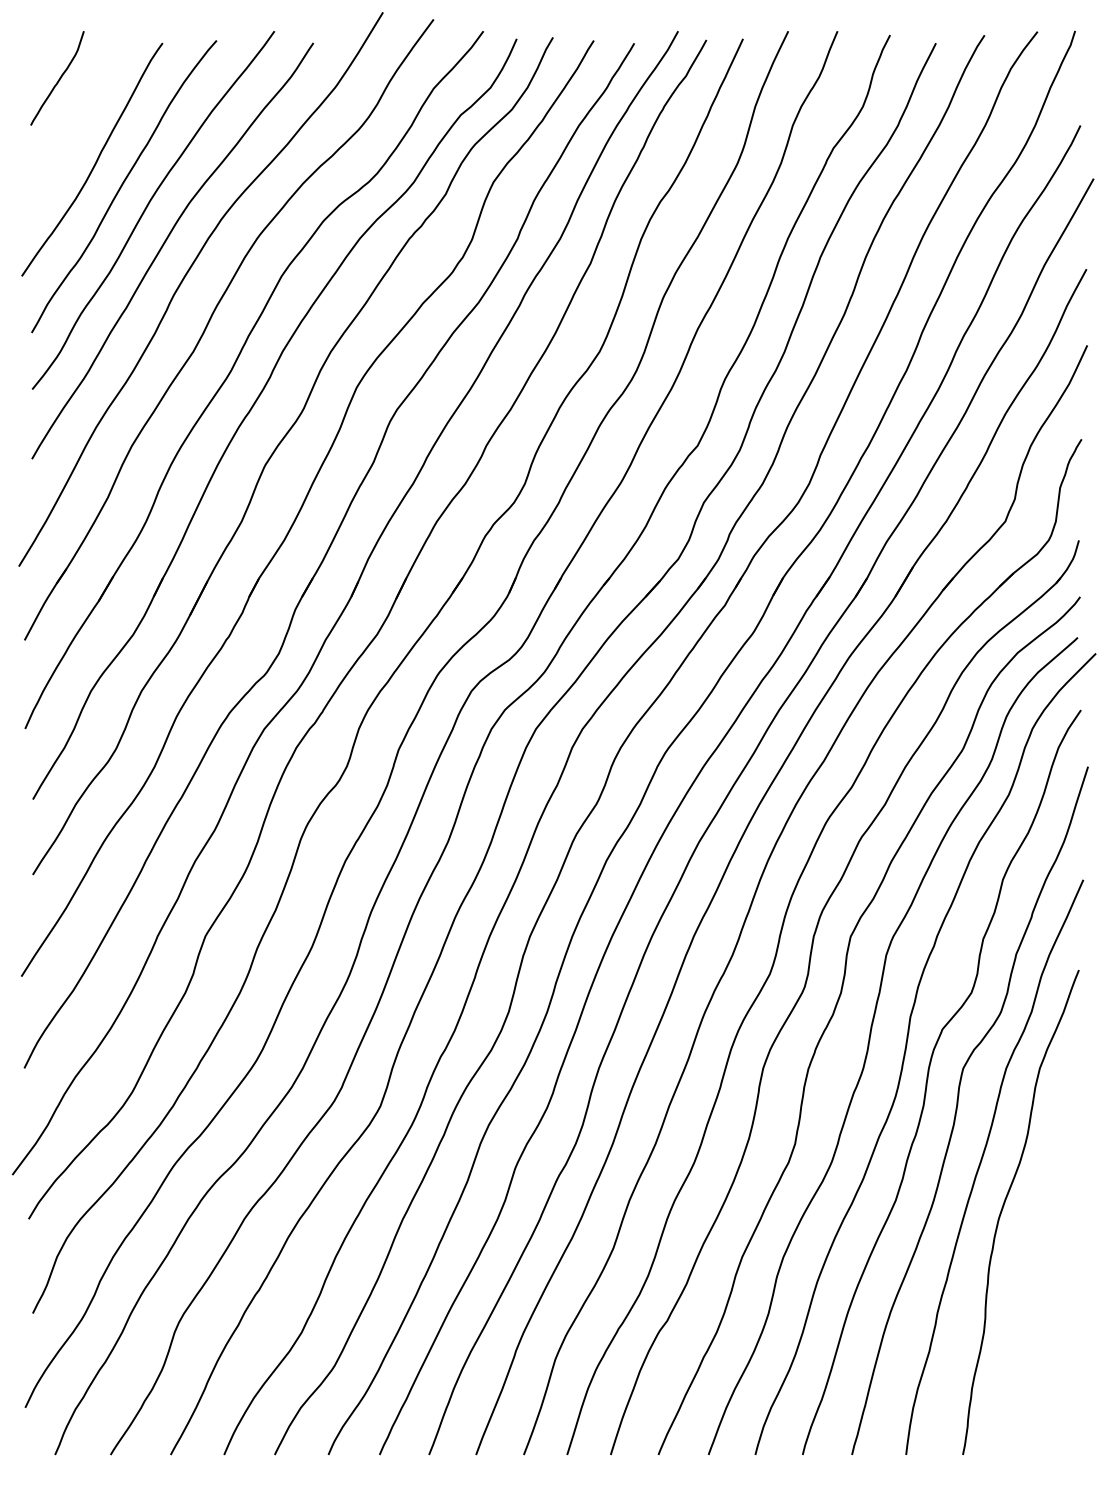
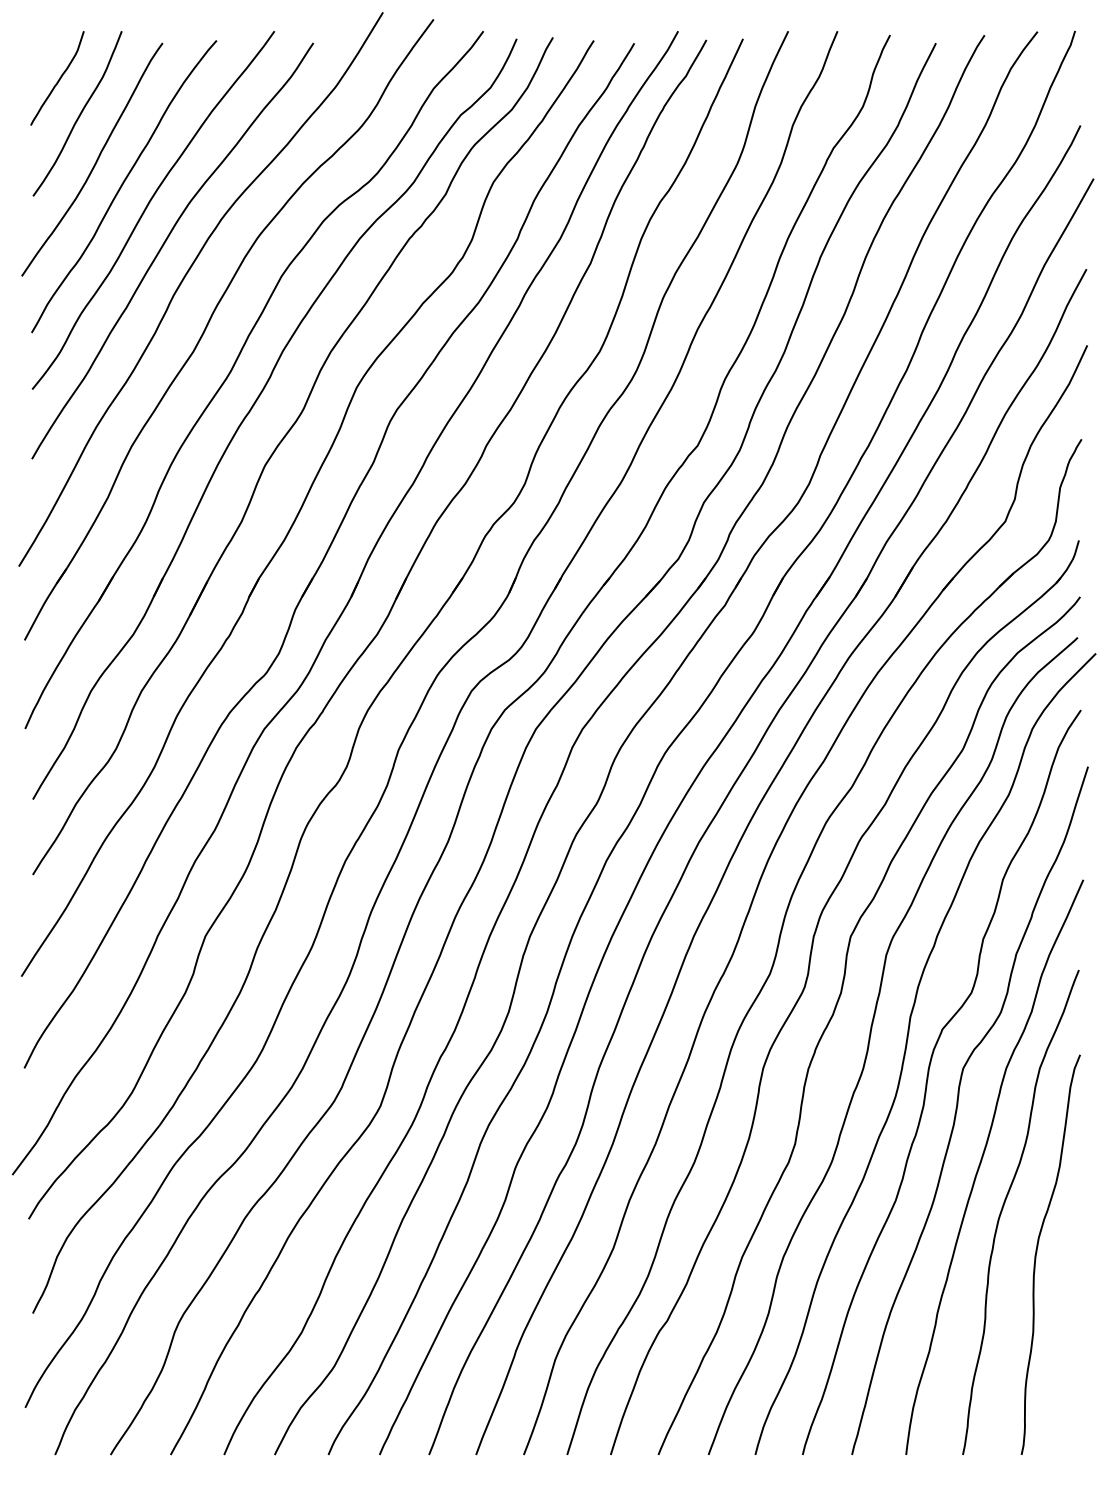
curve at (79, 113): none -> present
curve at (1037, 1252): none -> present
